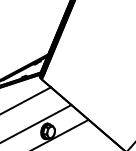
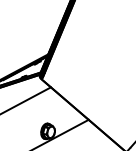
line at (36, 123): present -> none
